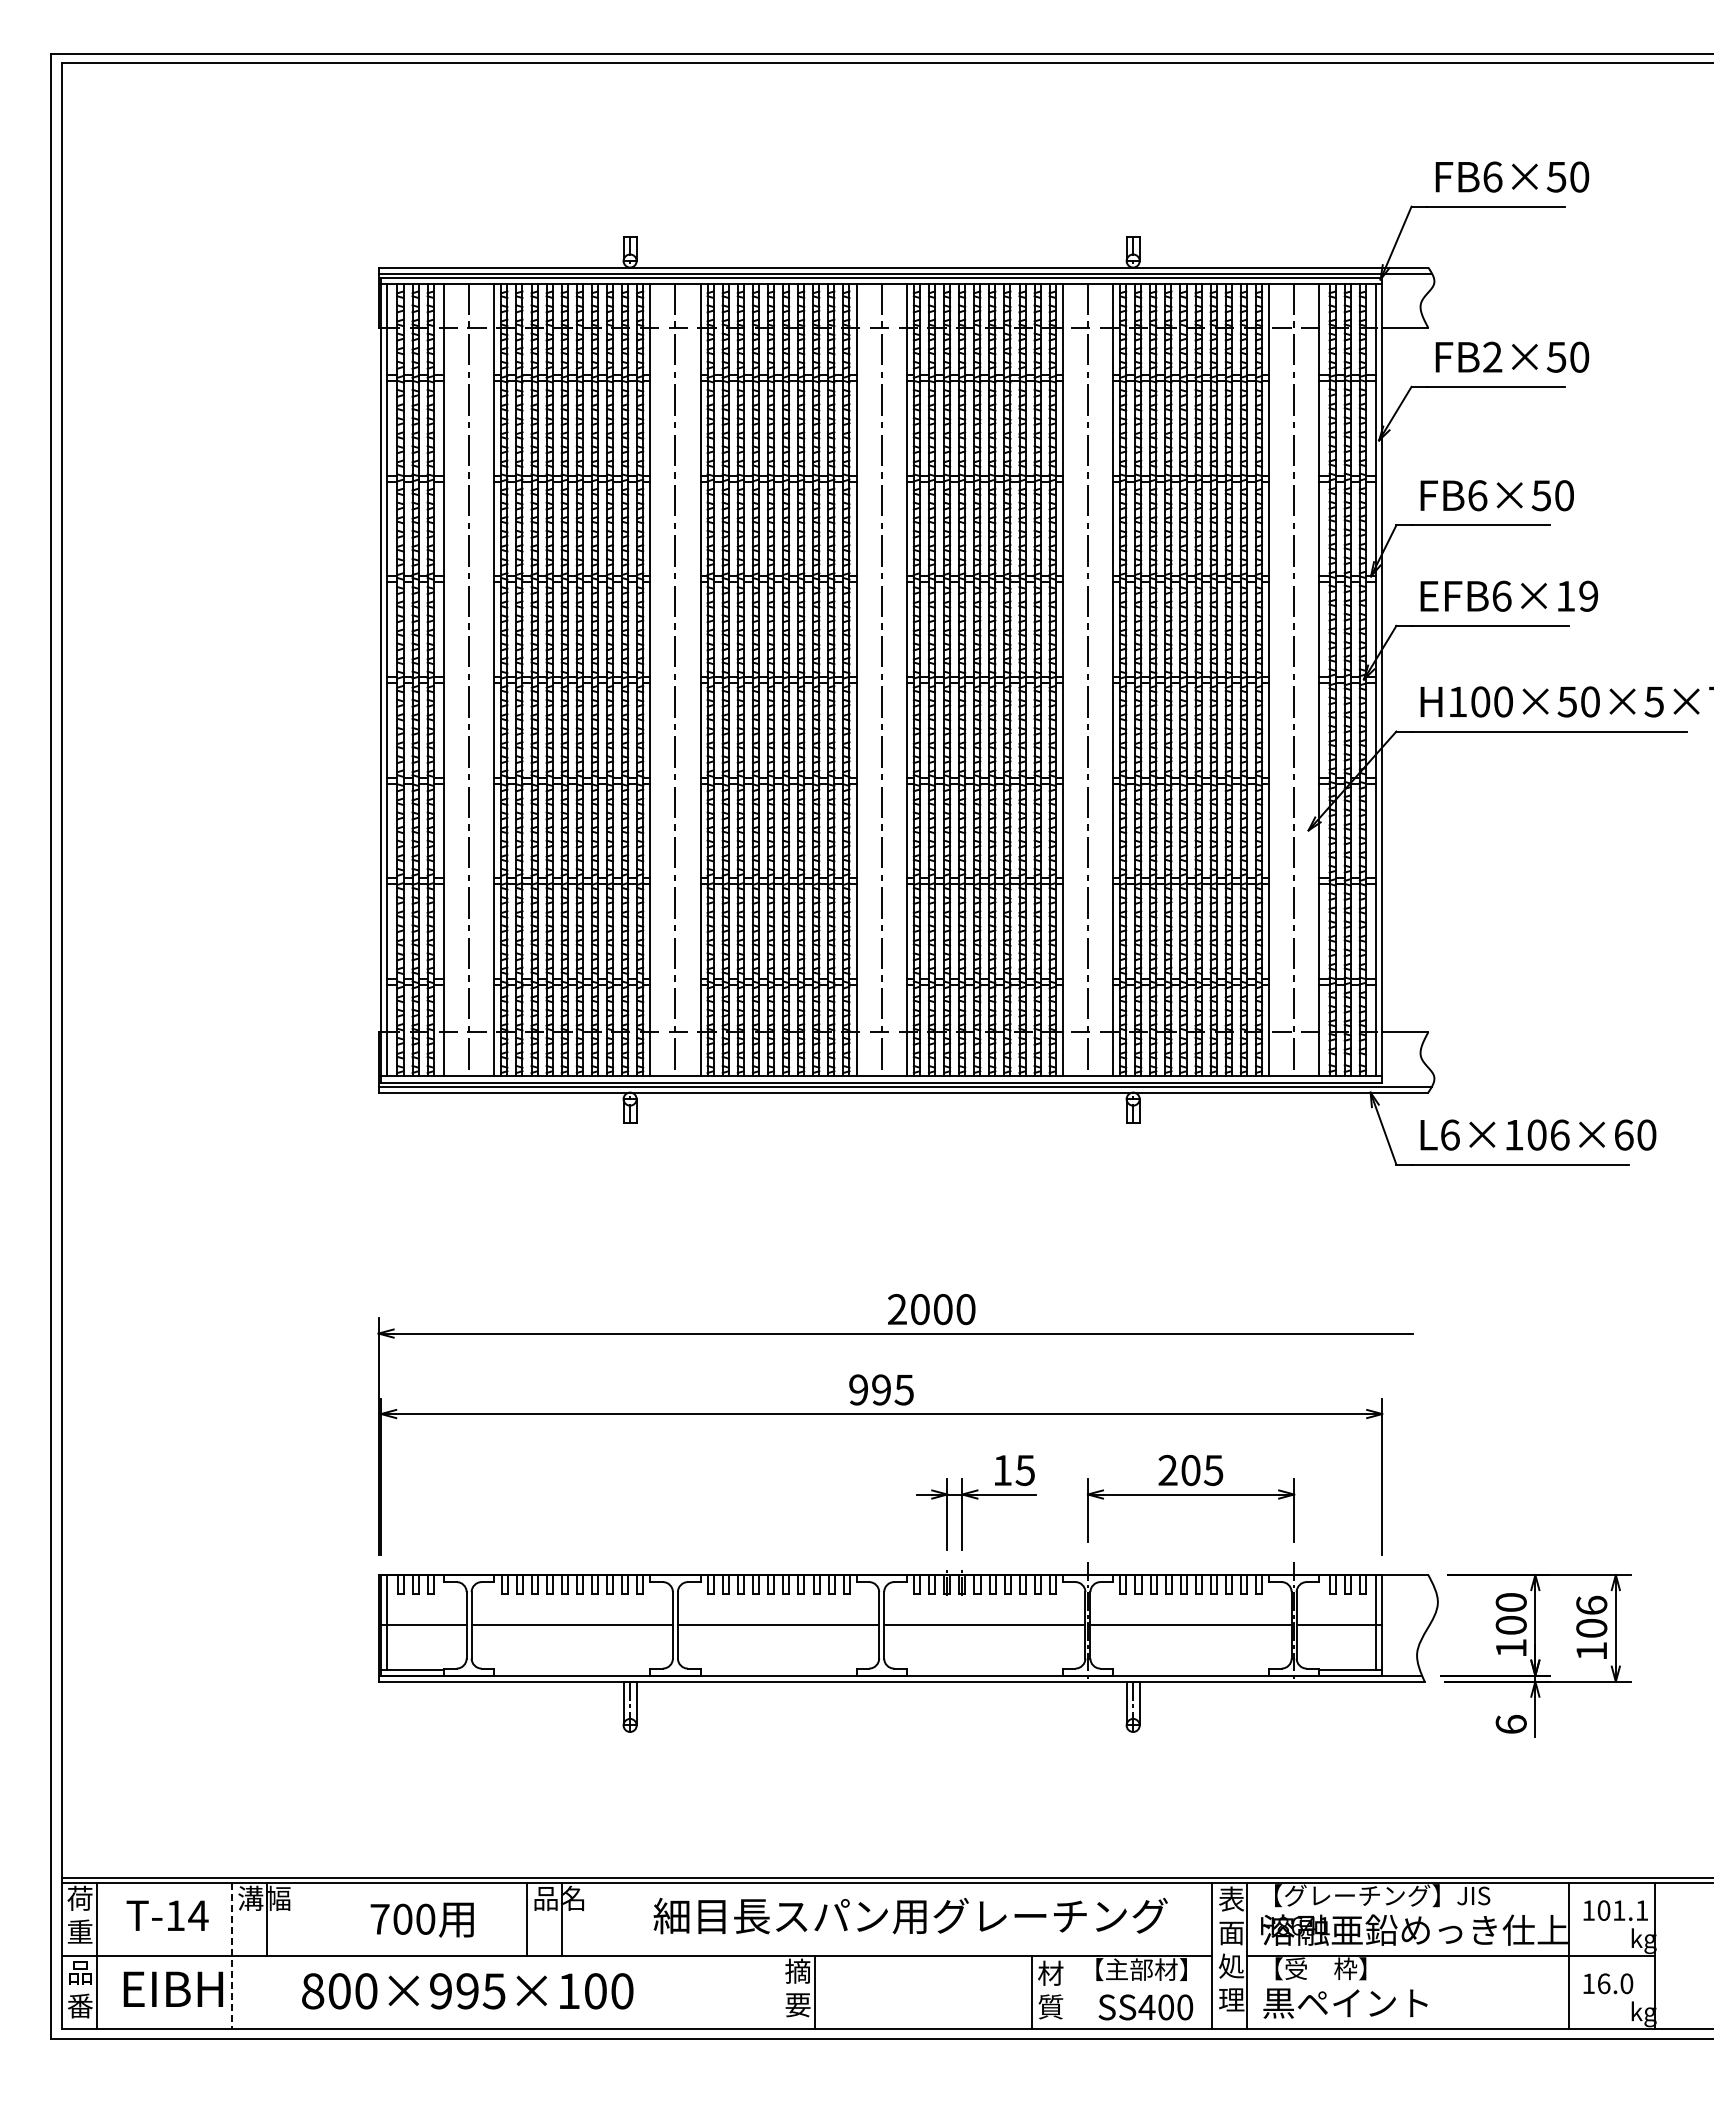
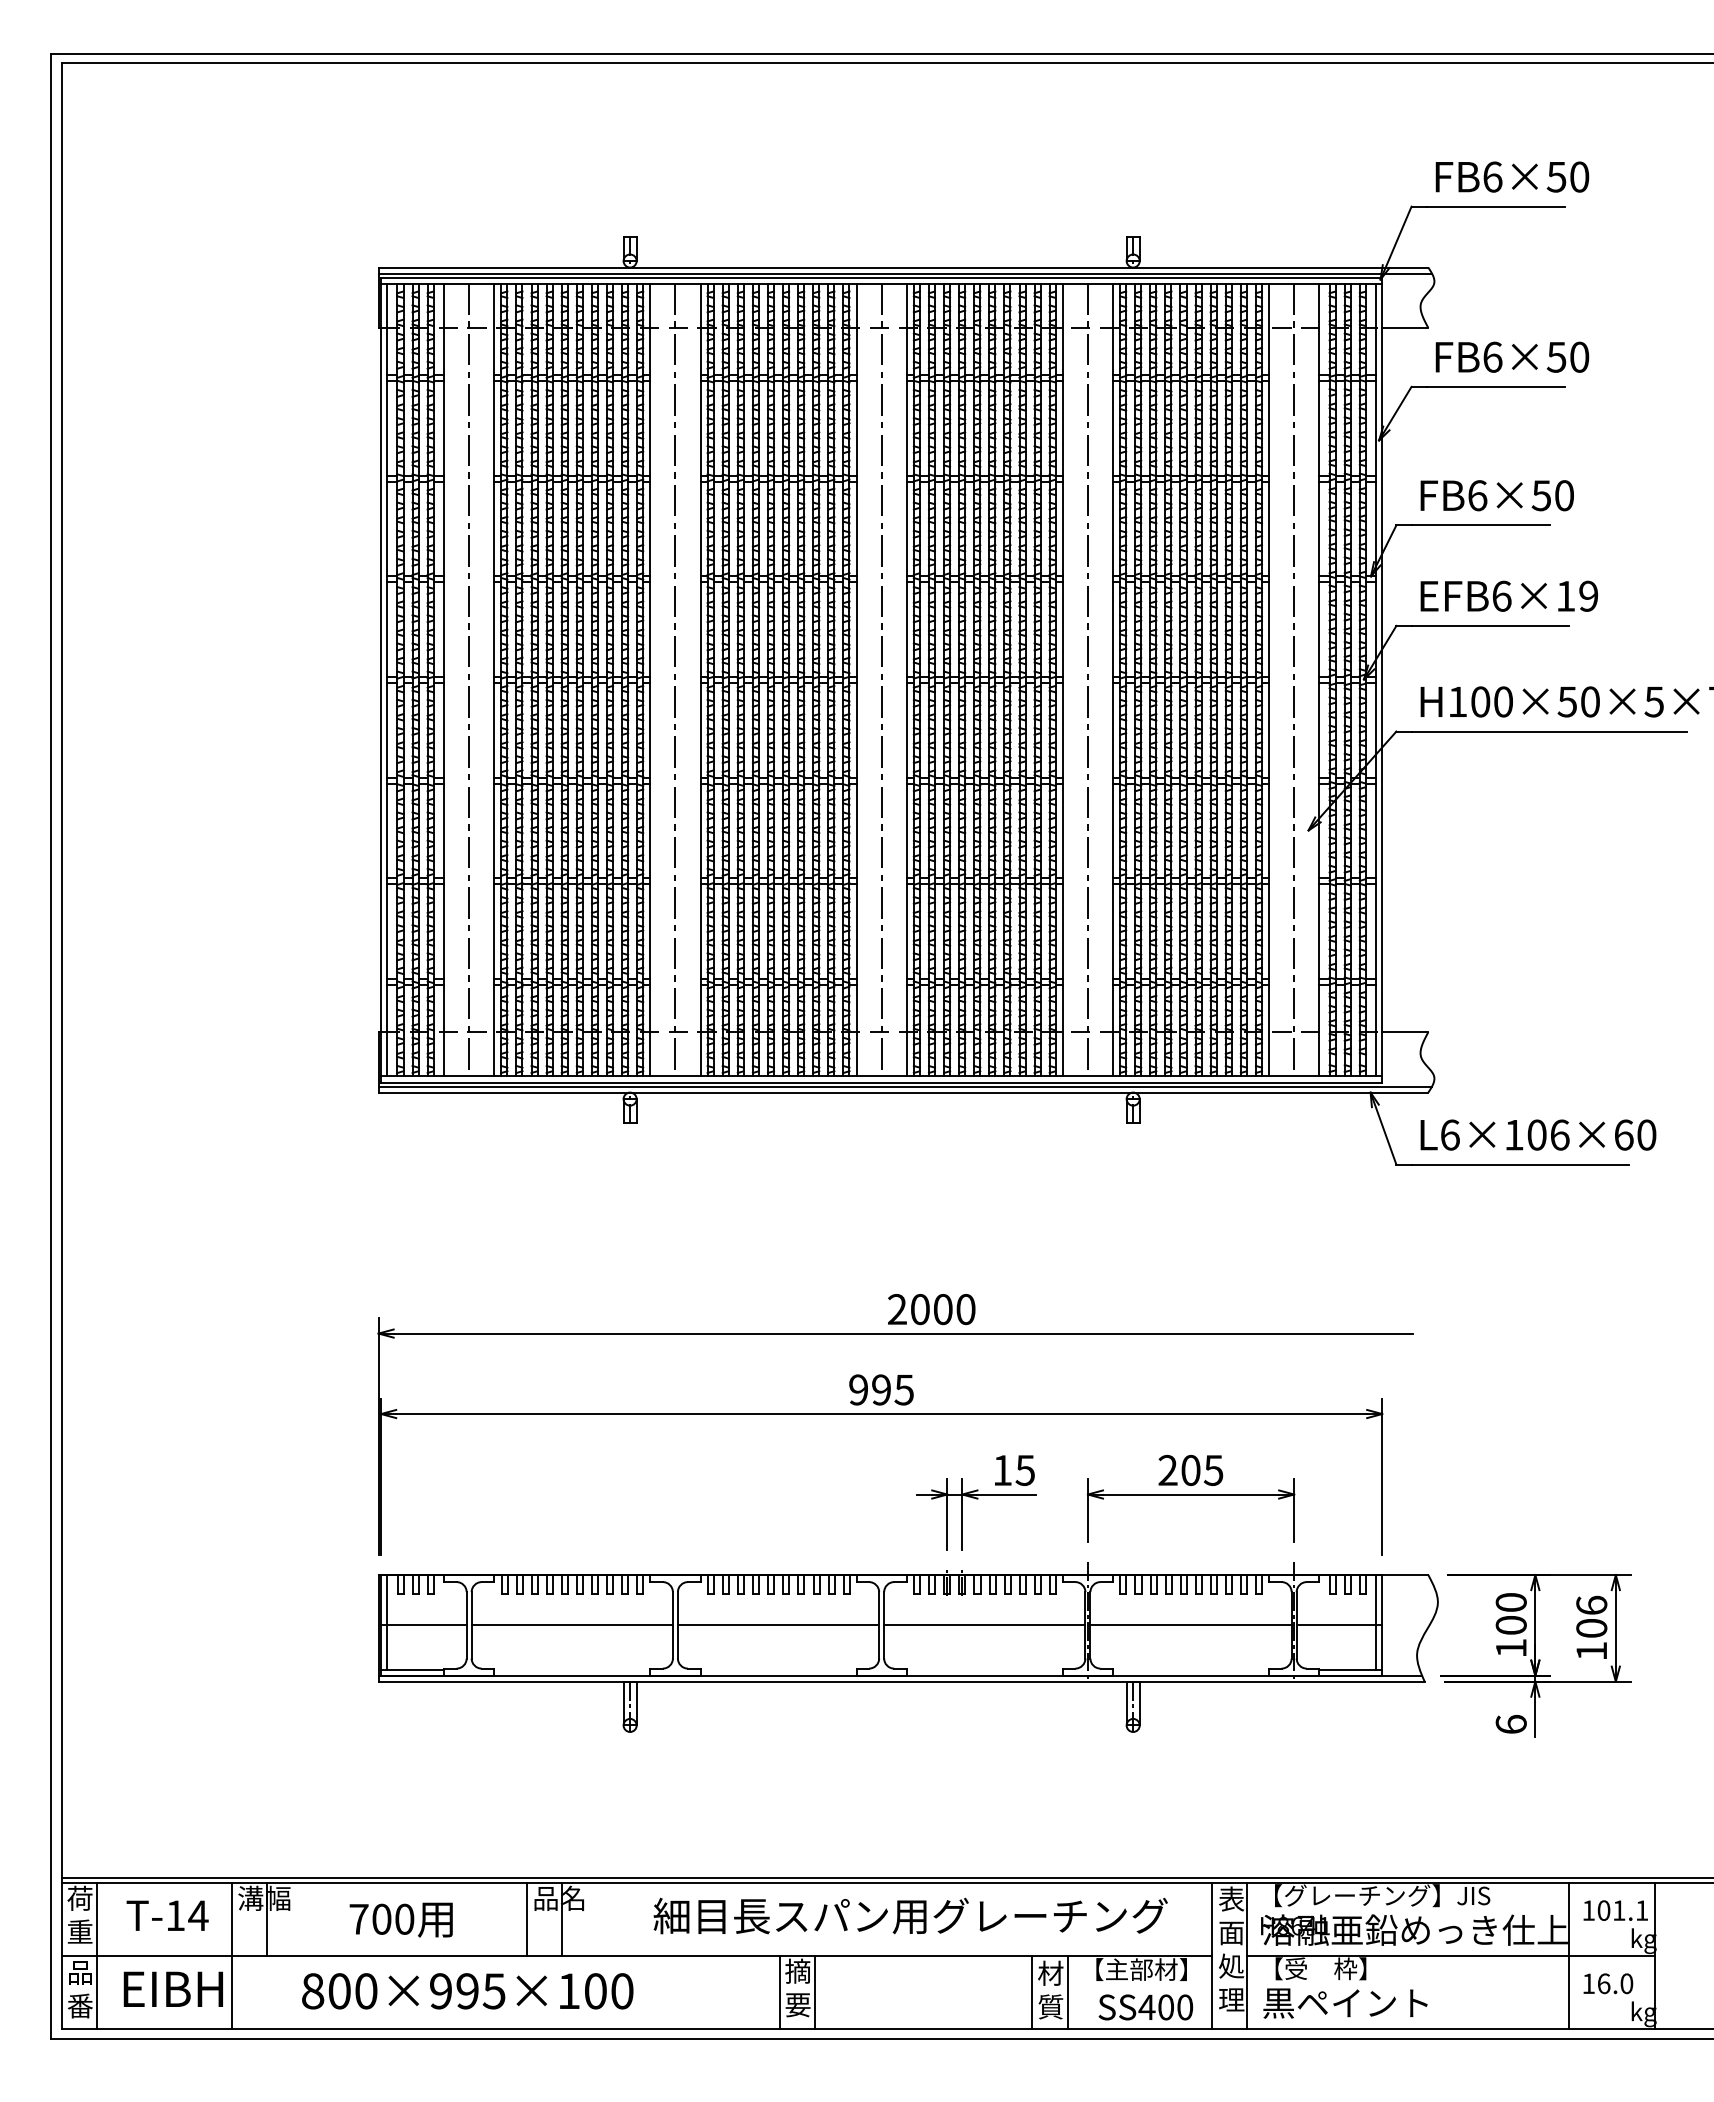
text at (1492, 356): FB2×50 -> FB6×50
text at (421, 1919) position: (421, 1919) -> (400, 1919)
line at (231, 1956): dashed -> solid
line at (779, 1991): none -> present
line at (1067, 1991): none -> present
